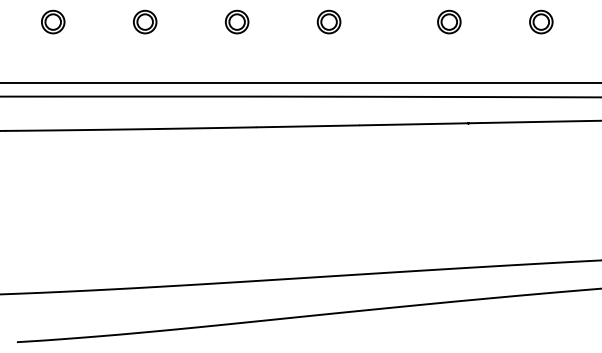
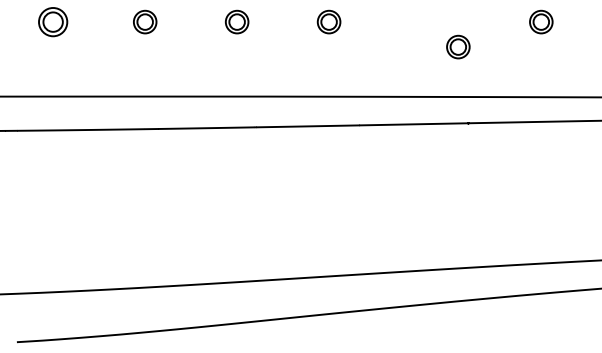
part at (53, 21) size: 25x26 px -> 31x31 px
part at (449, 21) position: (449, 21) -> (458, 46)
line at (300, 82): present -> none
